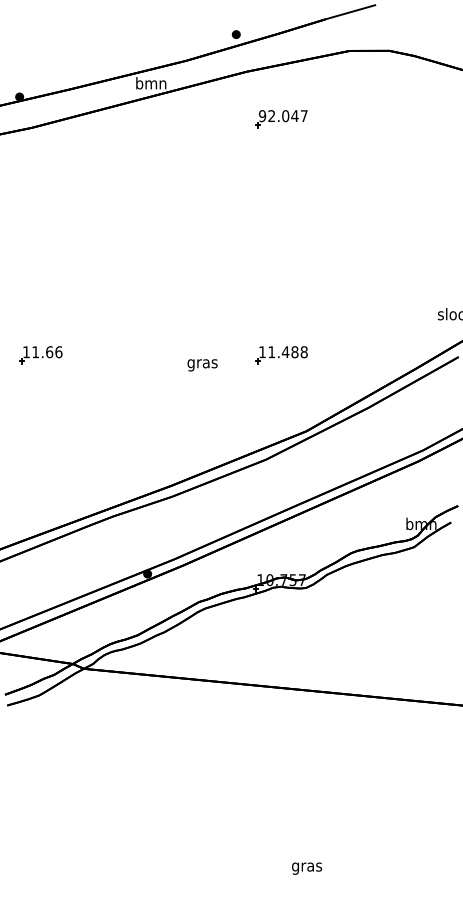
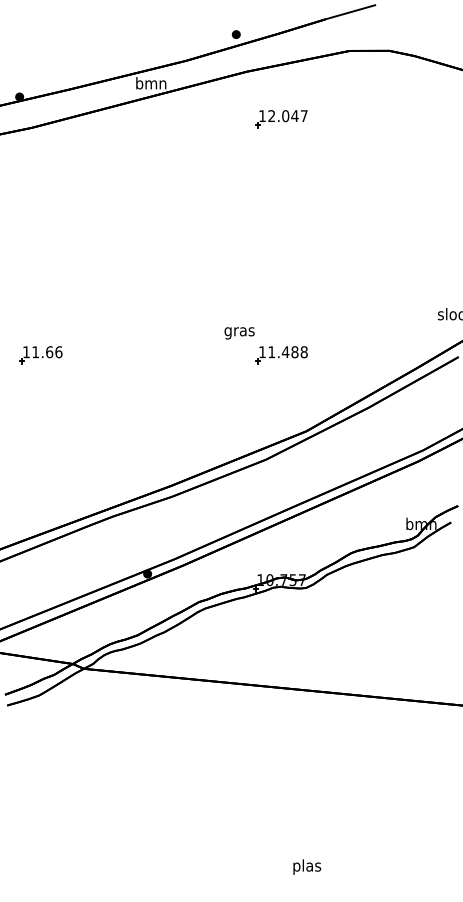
text at (262, 116): 92.047 -> 12.047
text at (202, 365) position: (202, 365) -> (239, 333)
text at (307, 866): gras -> plas
